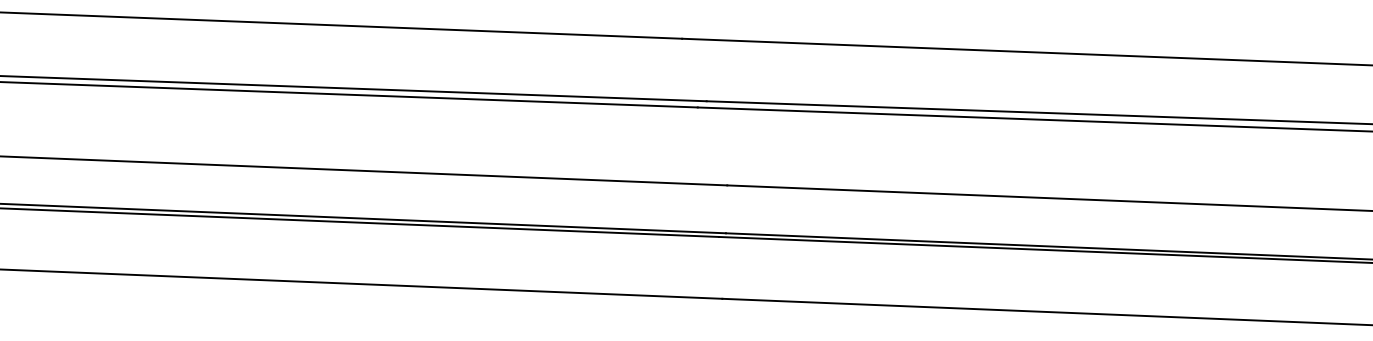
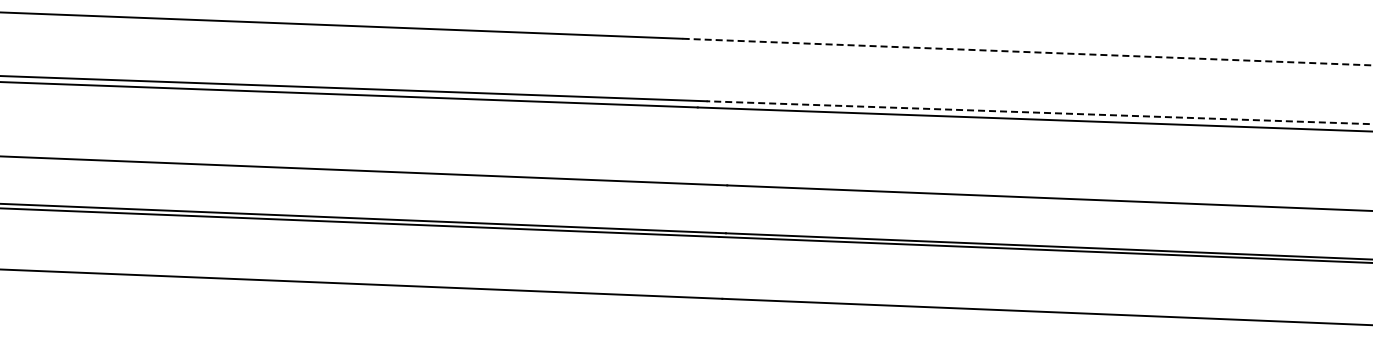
line at (1026, 52): solid -> dashed
line at (1039, 112): solid -> dashed
